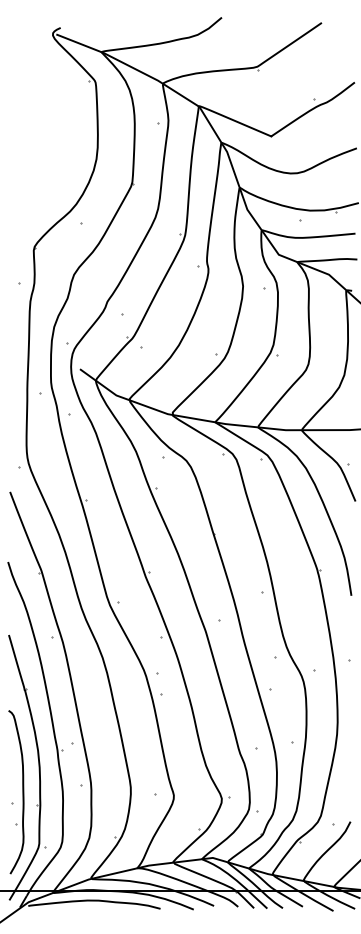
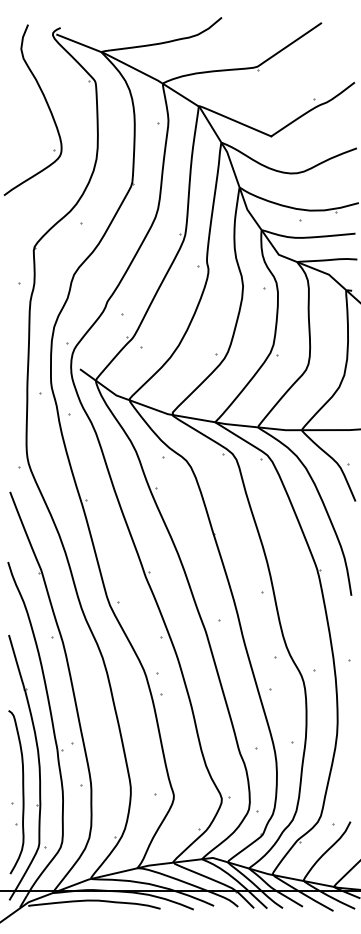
part at (45, 102): none -> present
